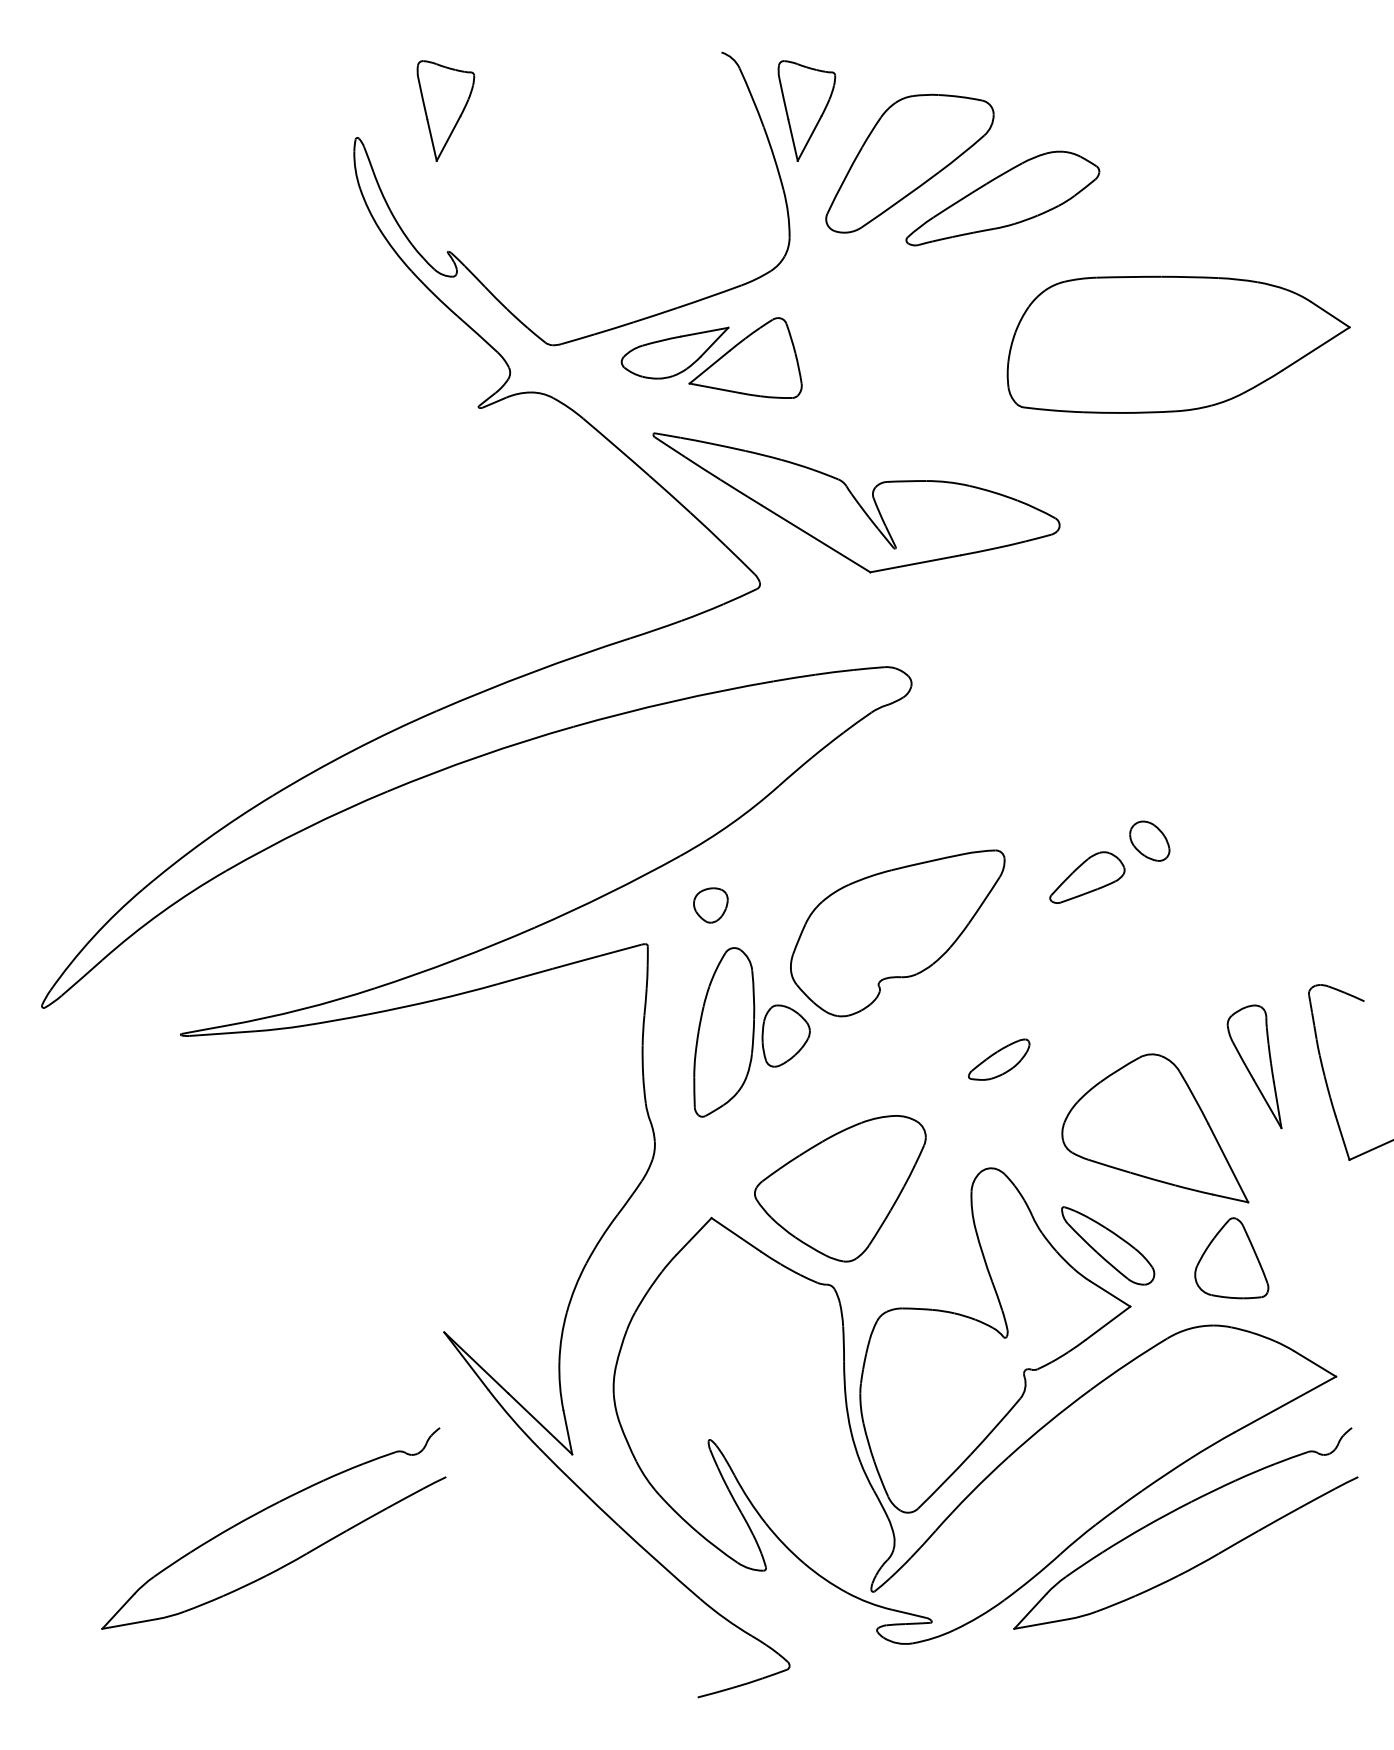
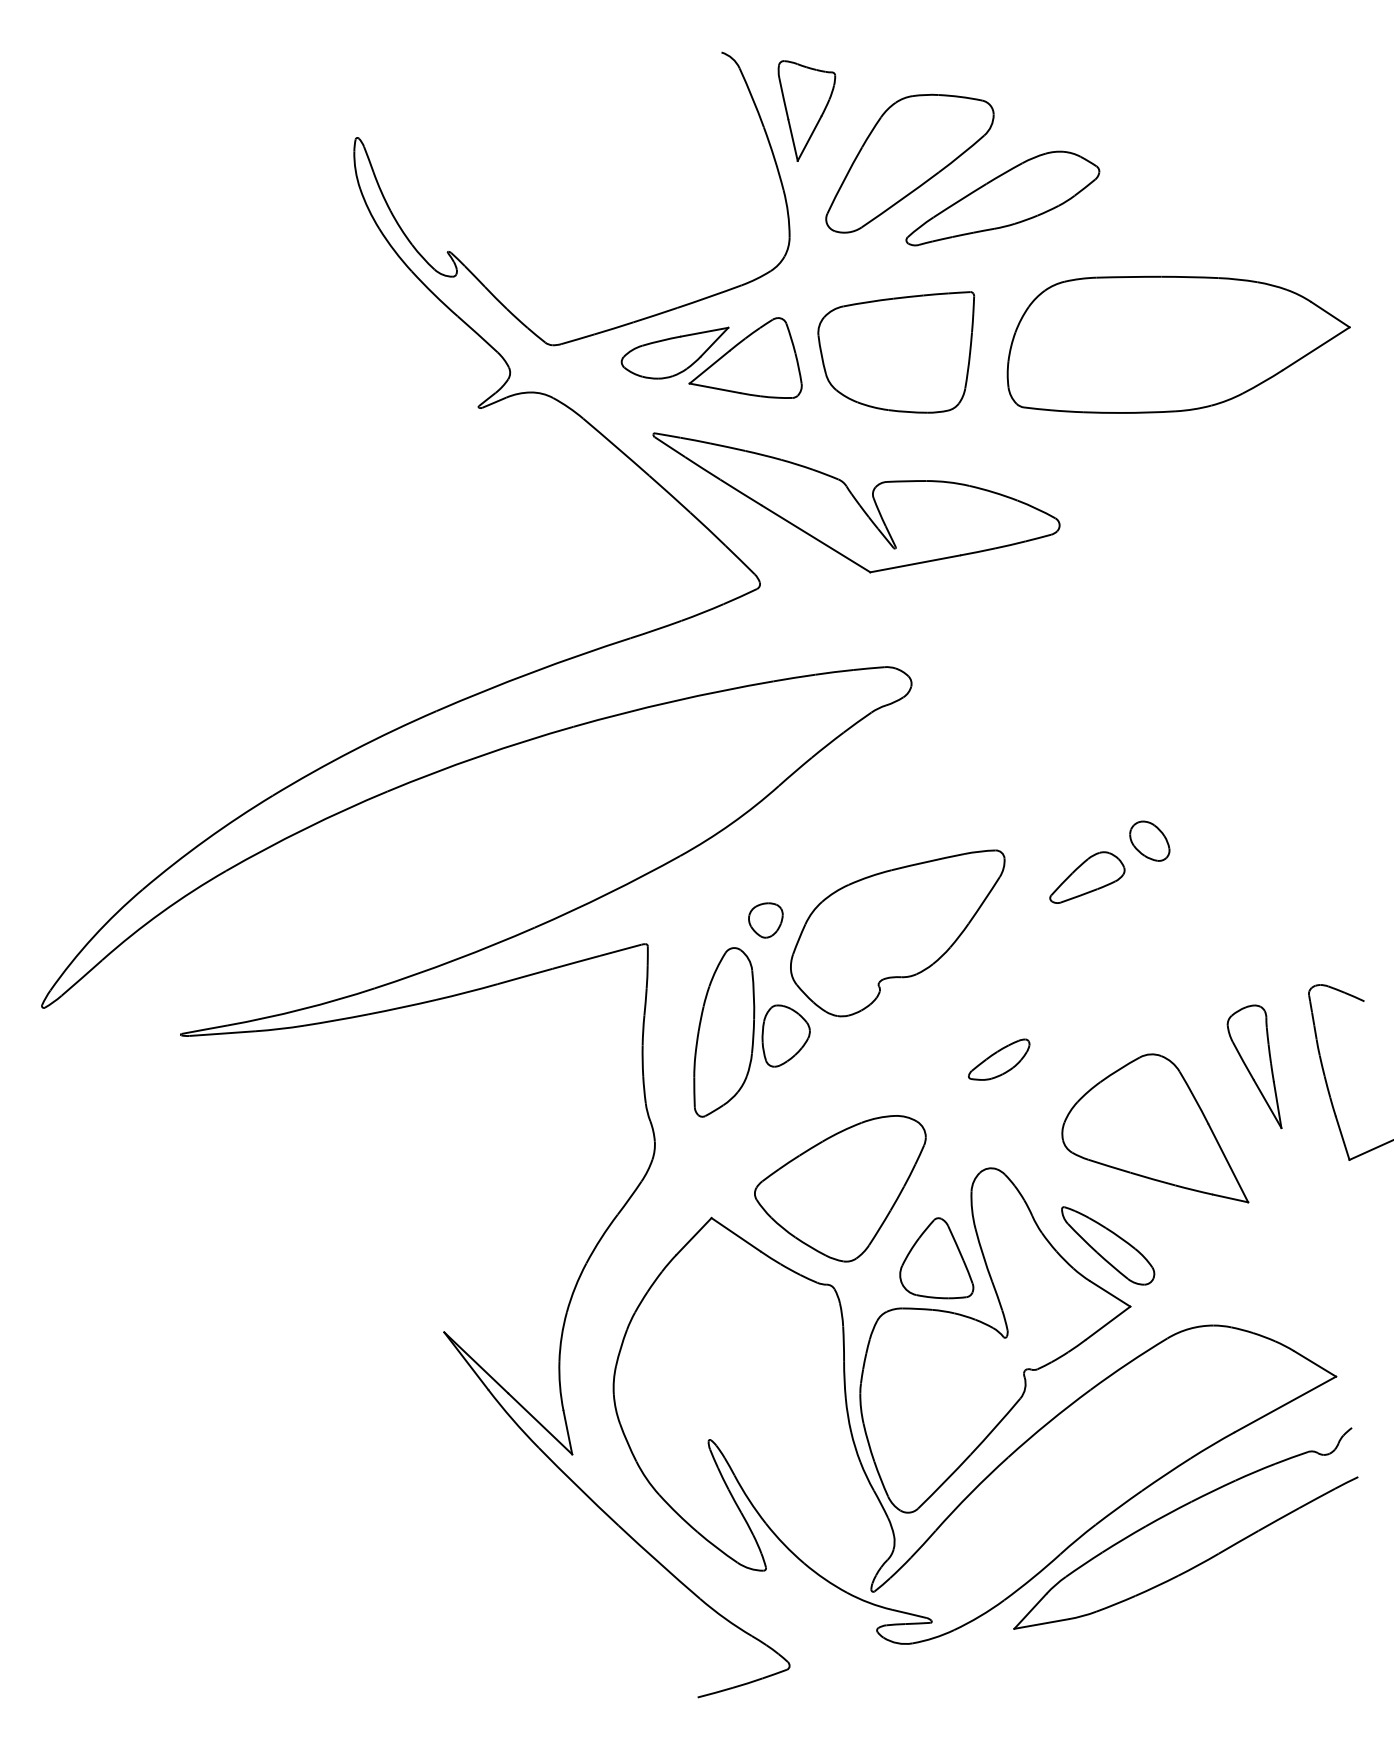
part at (445, 110): present -> none
part at (896, 352): none -> present
part at (710, 905) position: (710, 905) -> (765, 920)
part at (1231, 1258) position: (1231, 1258) -> (936, 1258)
part at (265, 1510): present -> none
